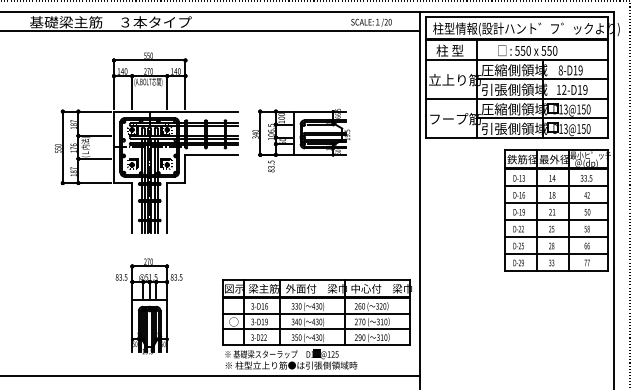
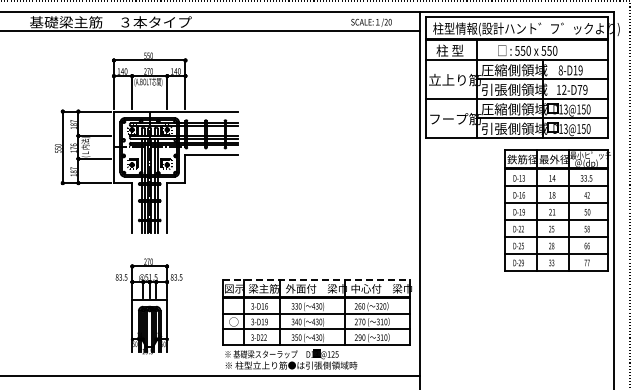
text at (579, 89): 12-D19 -> 12-D79
part at (301, 140): present -> none
line at (316, 279): solid -> dashed
